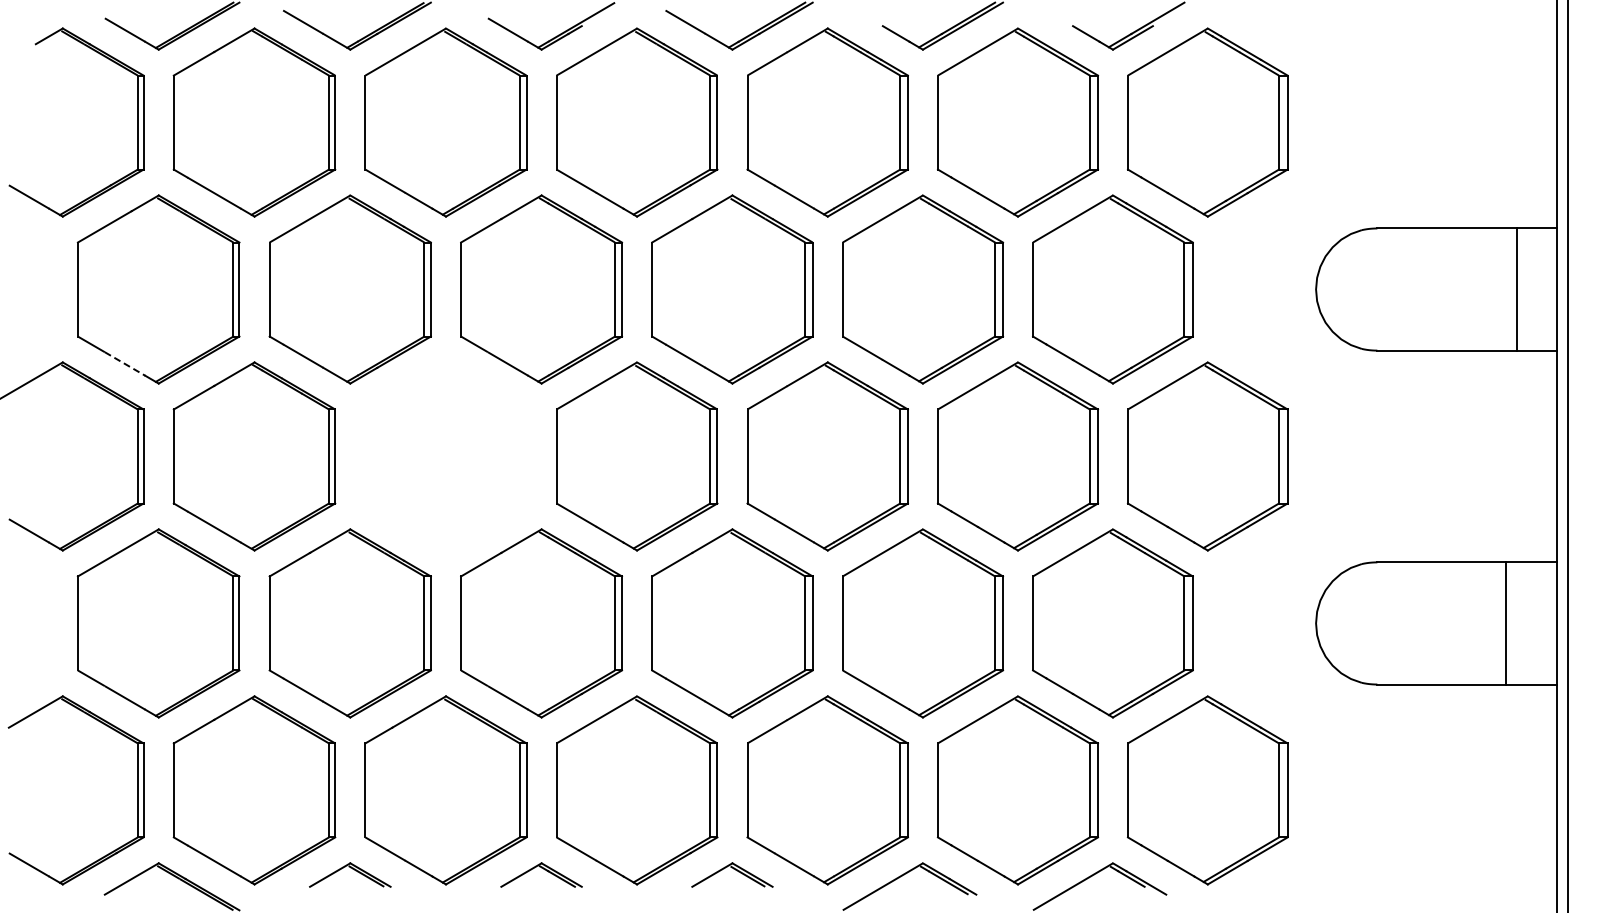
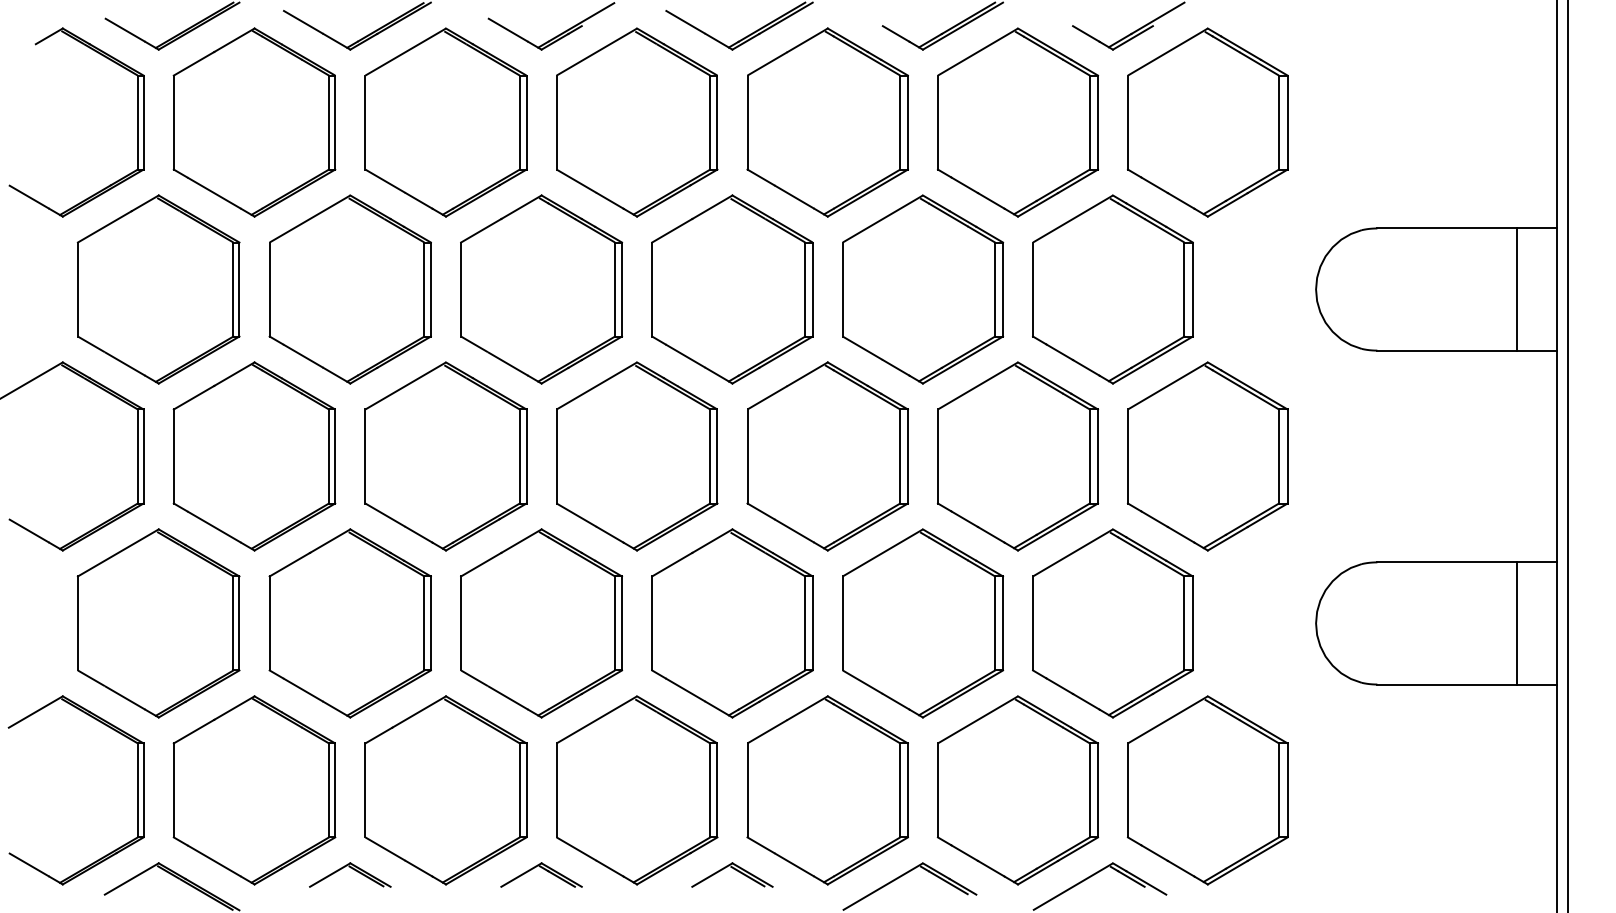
line at (125, 364): dashed -> solid
part at (445, 456): none -> present
line at (1505, 623) position: (1505, 623) -> (1516, 623)
